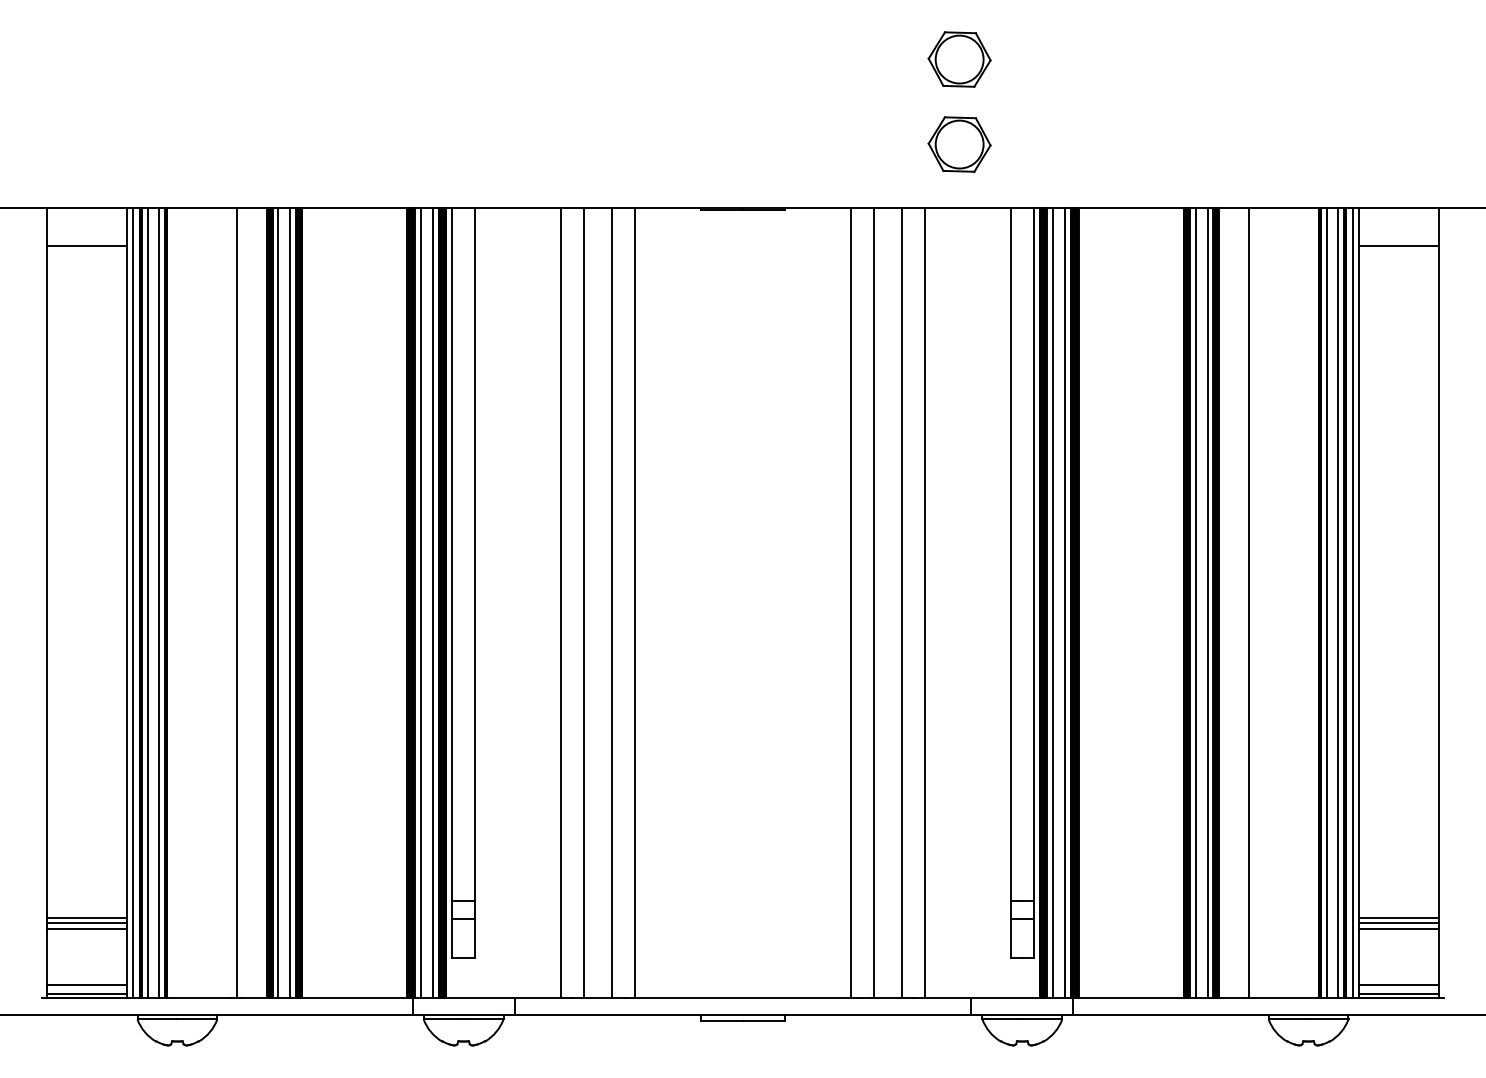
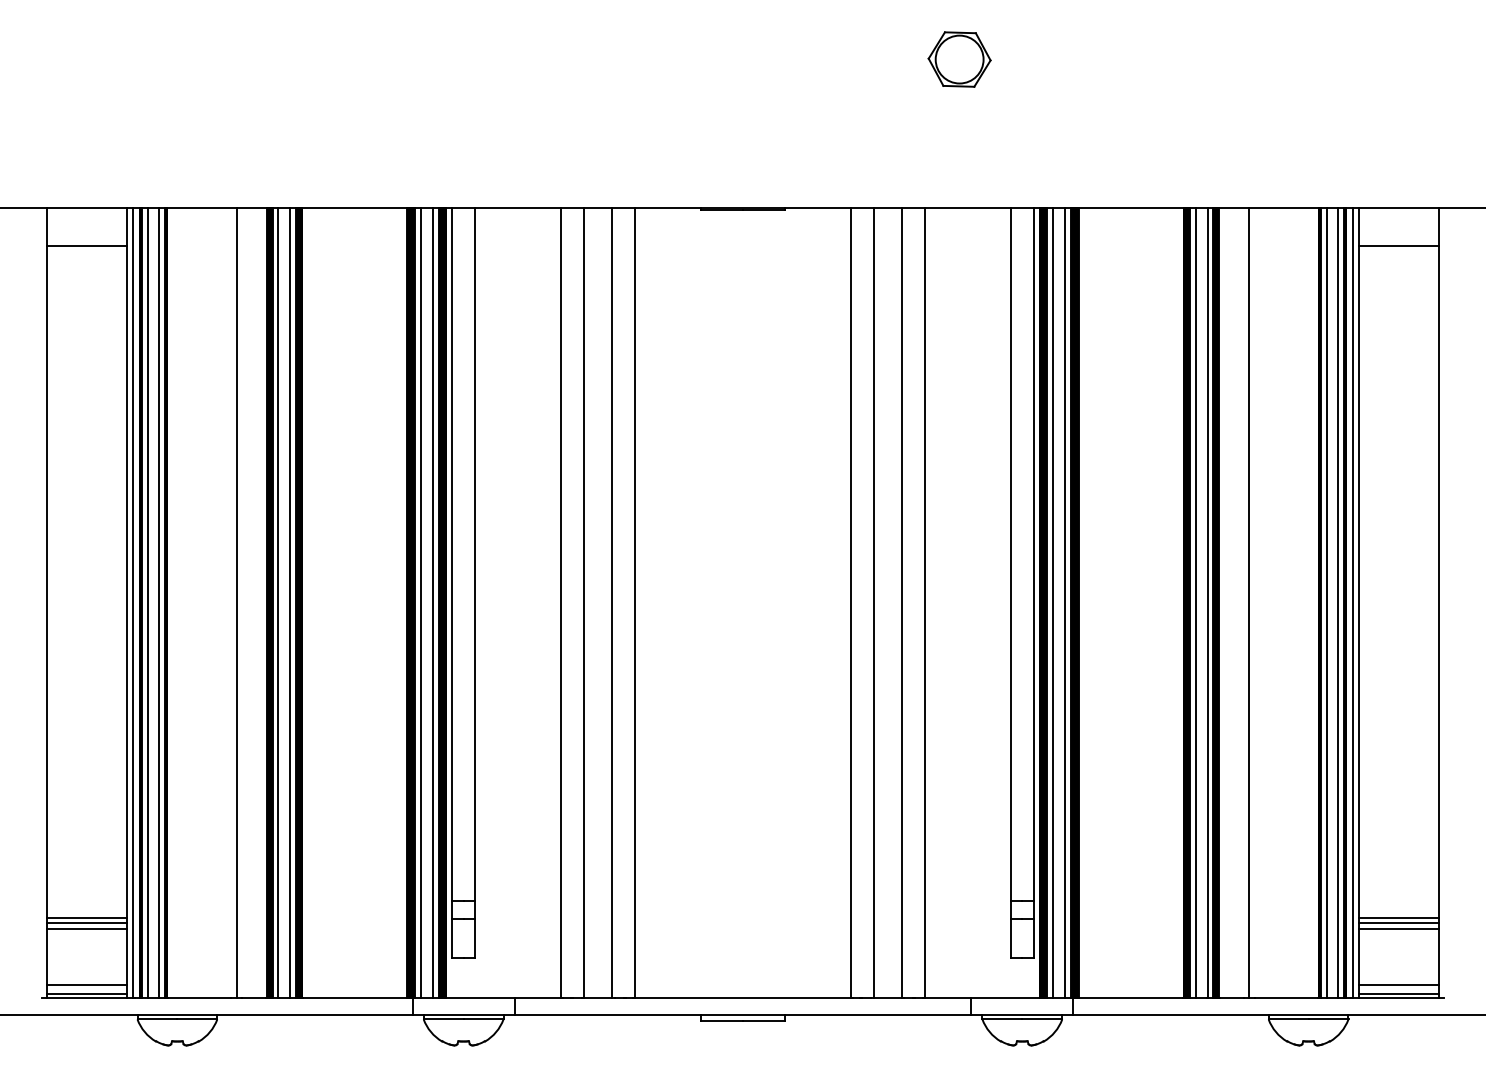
part at (959, 144): present -> none
